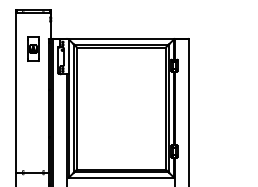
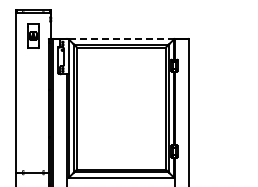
line at (121, 39): solid -> dashed
part at (33, 48) position: (33, 48) -> (33, 35)
